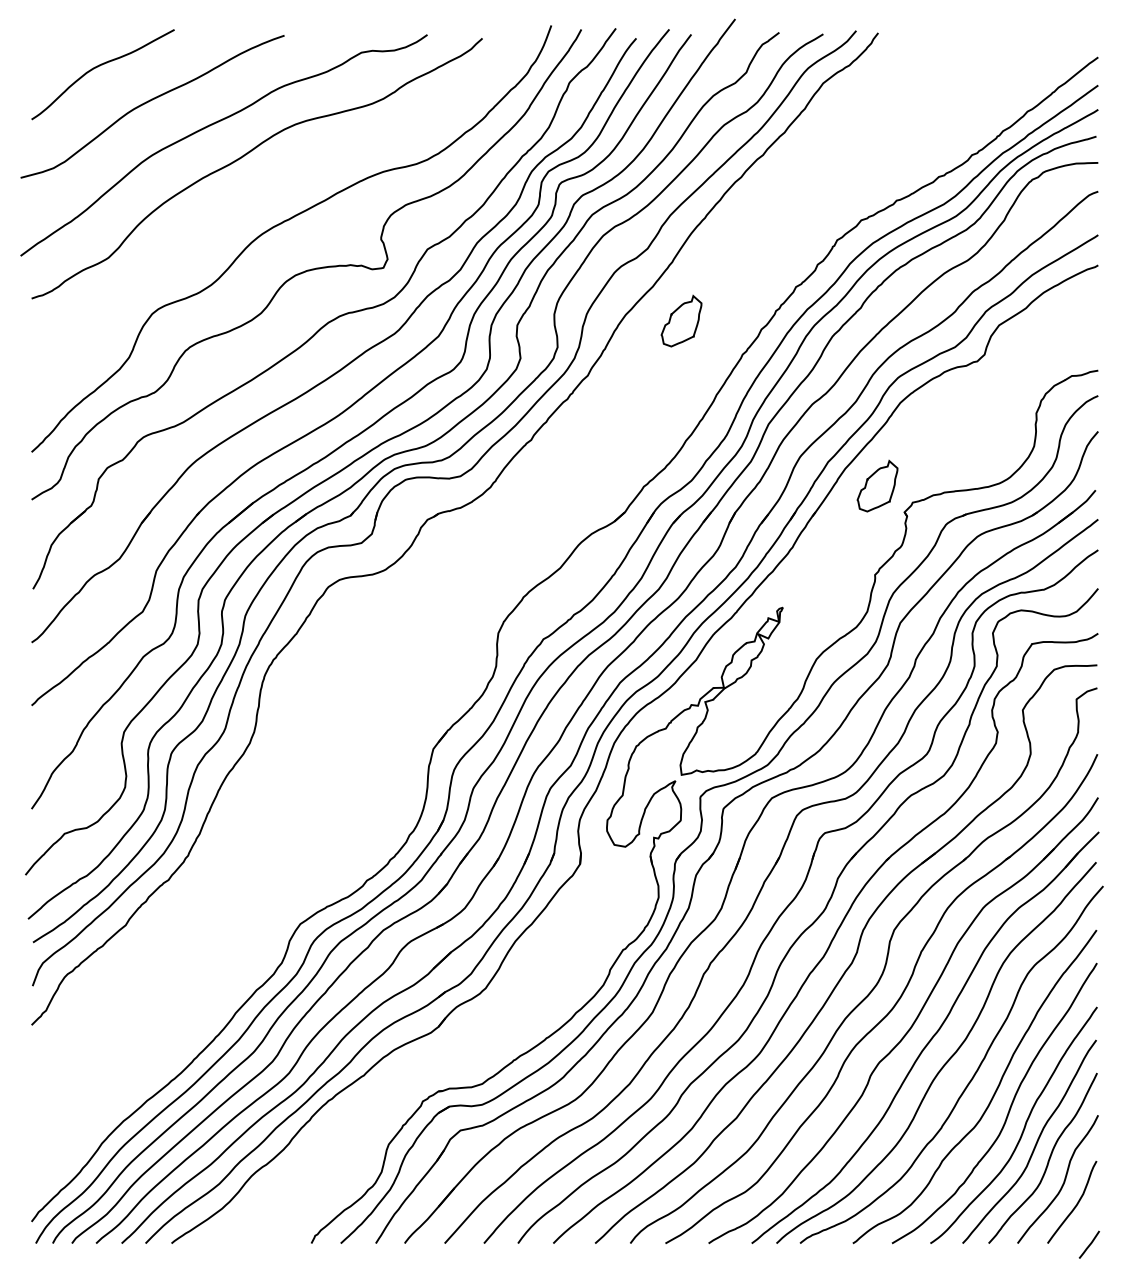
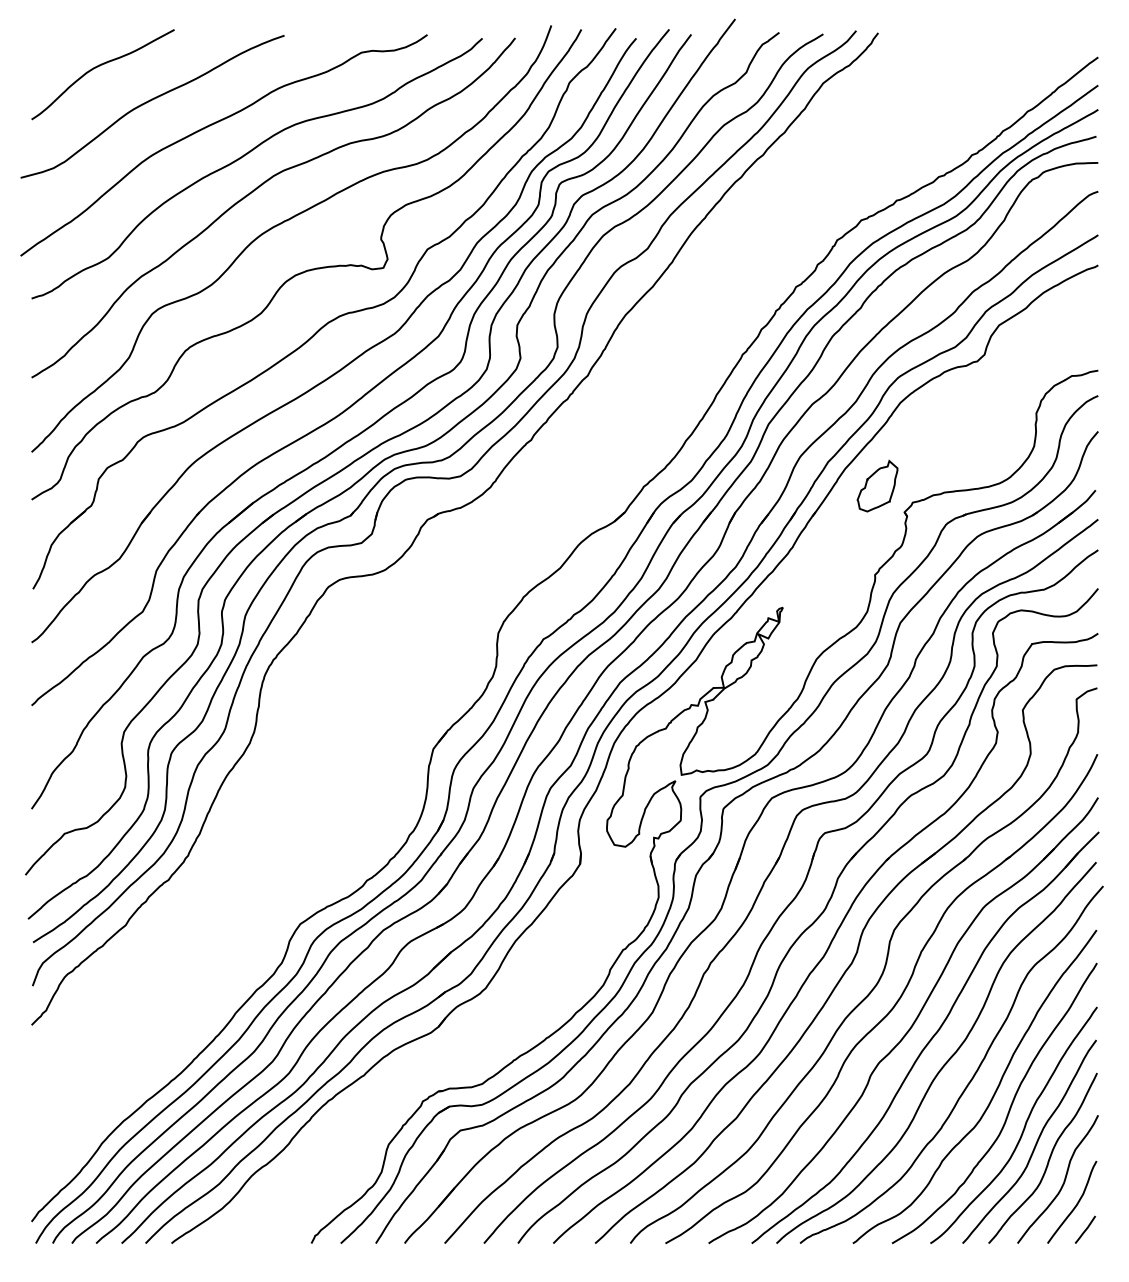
curve at (257, 189): none -> present
part at (681, 320): present -> none
line at (1089, 1244) position: (1089, 1244) -> (1085, 1229)
